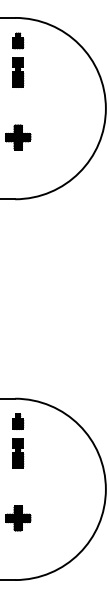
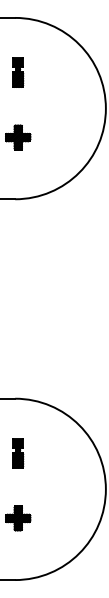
part at (18, 40): present -> none
part at (18, 421): present -> none
